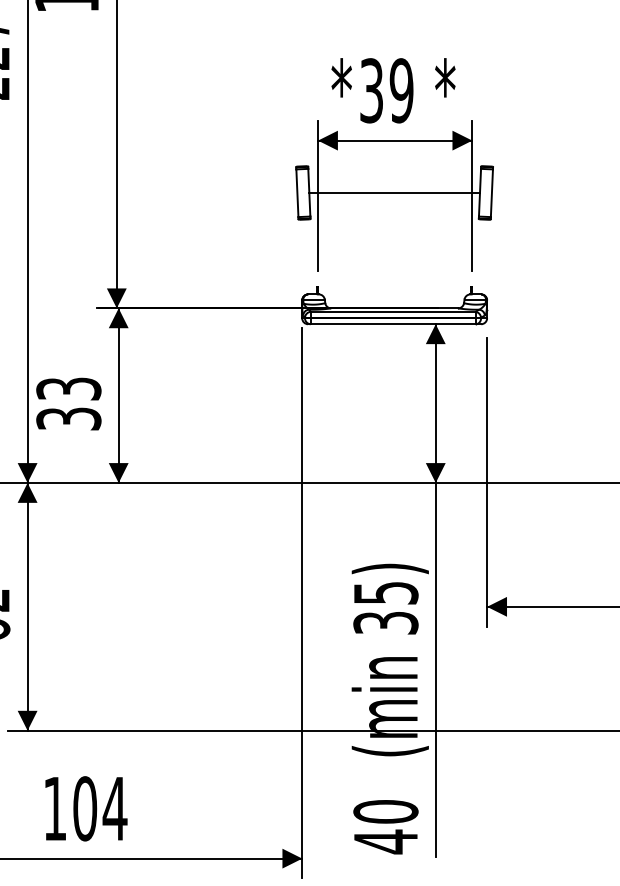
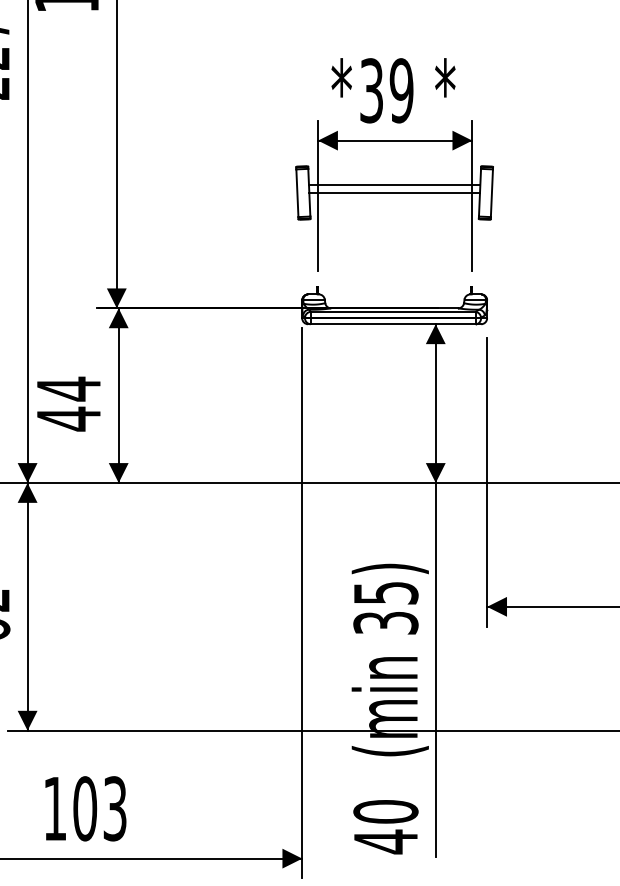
line at (394, 185): none -> present
text at (68, 403): 33 -> 44
text at (114, 808): 104 -> 103
